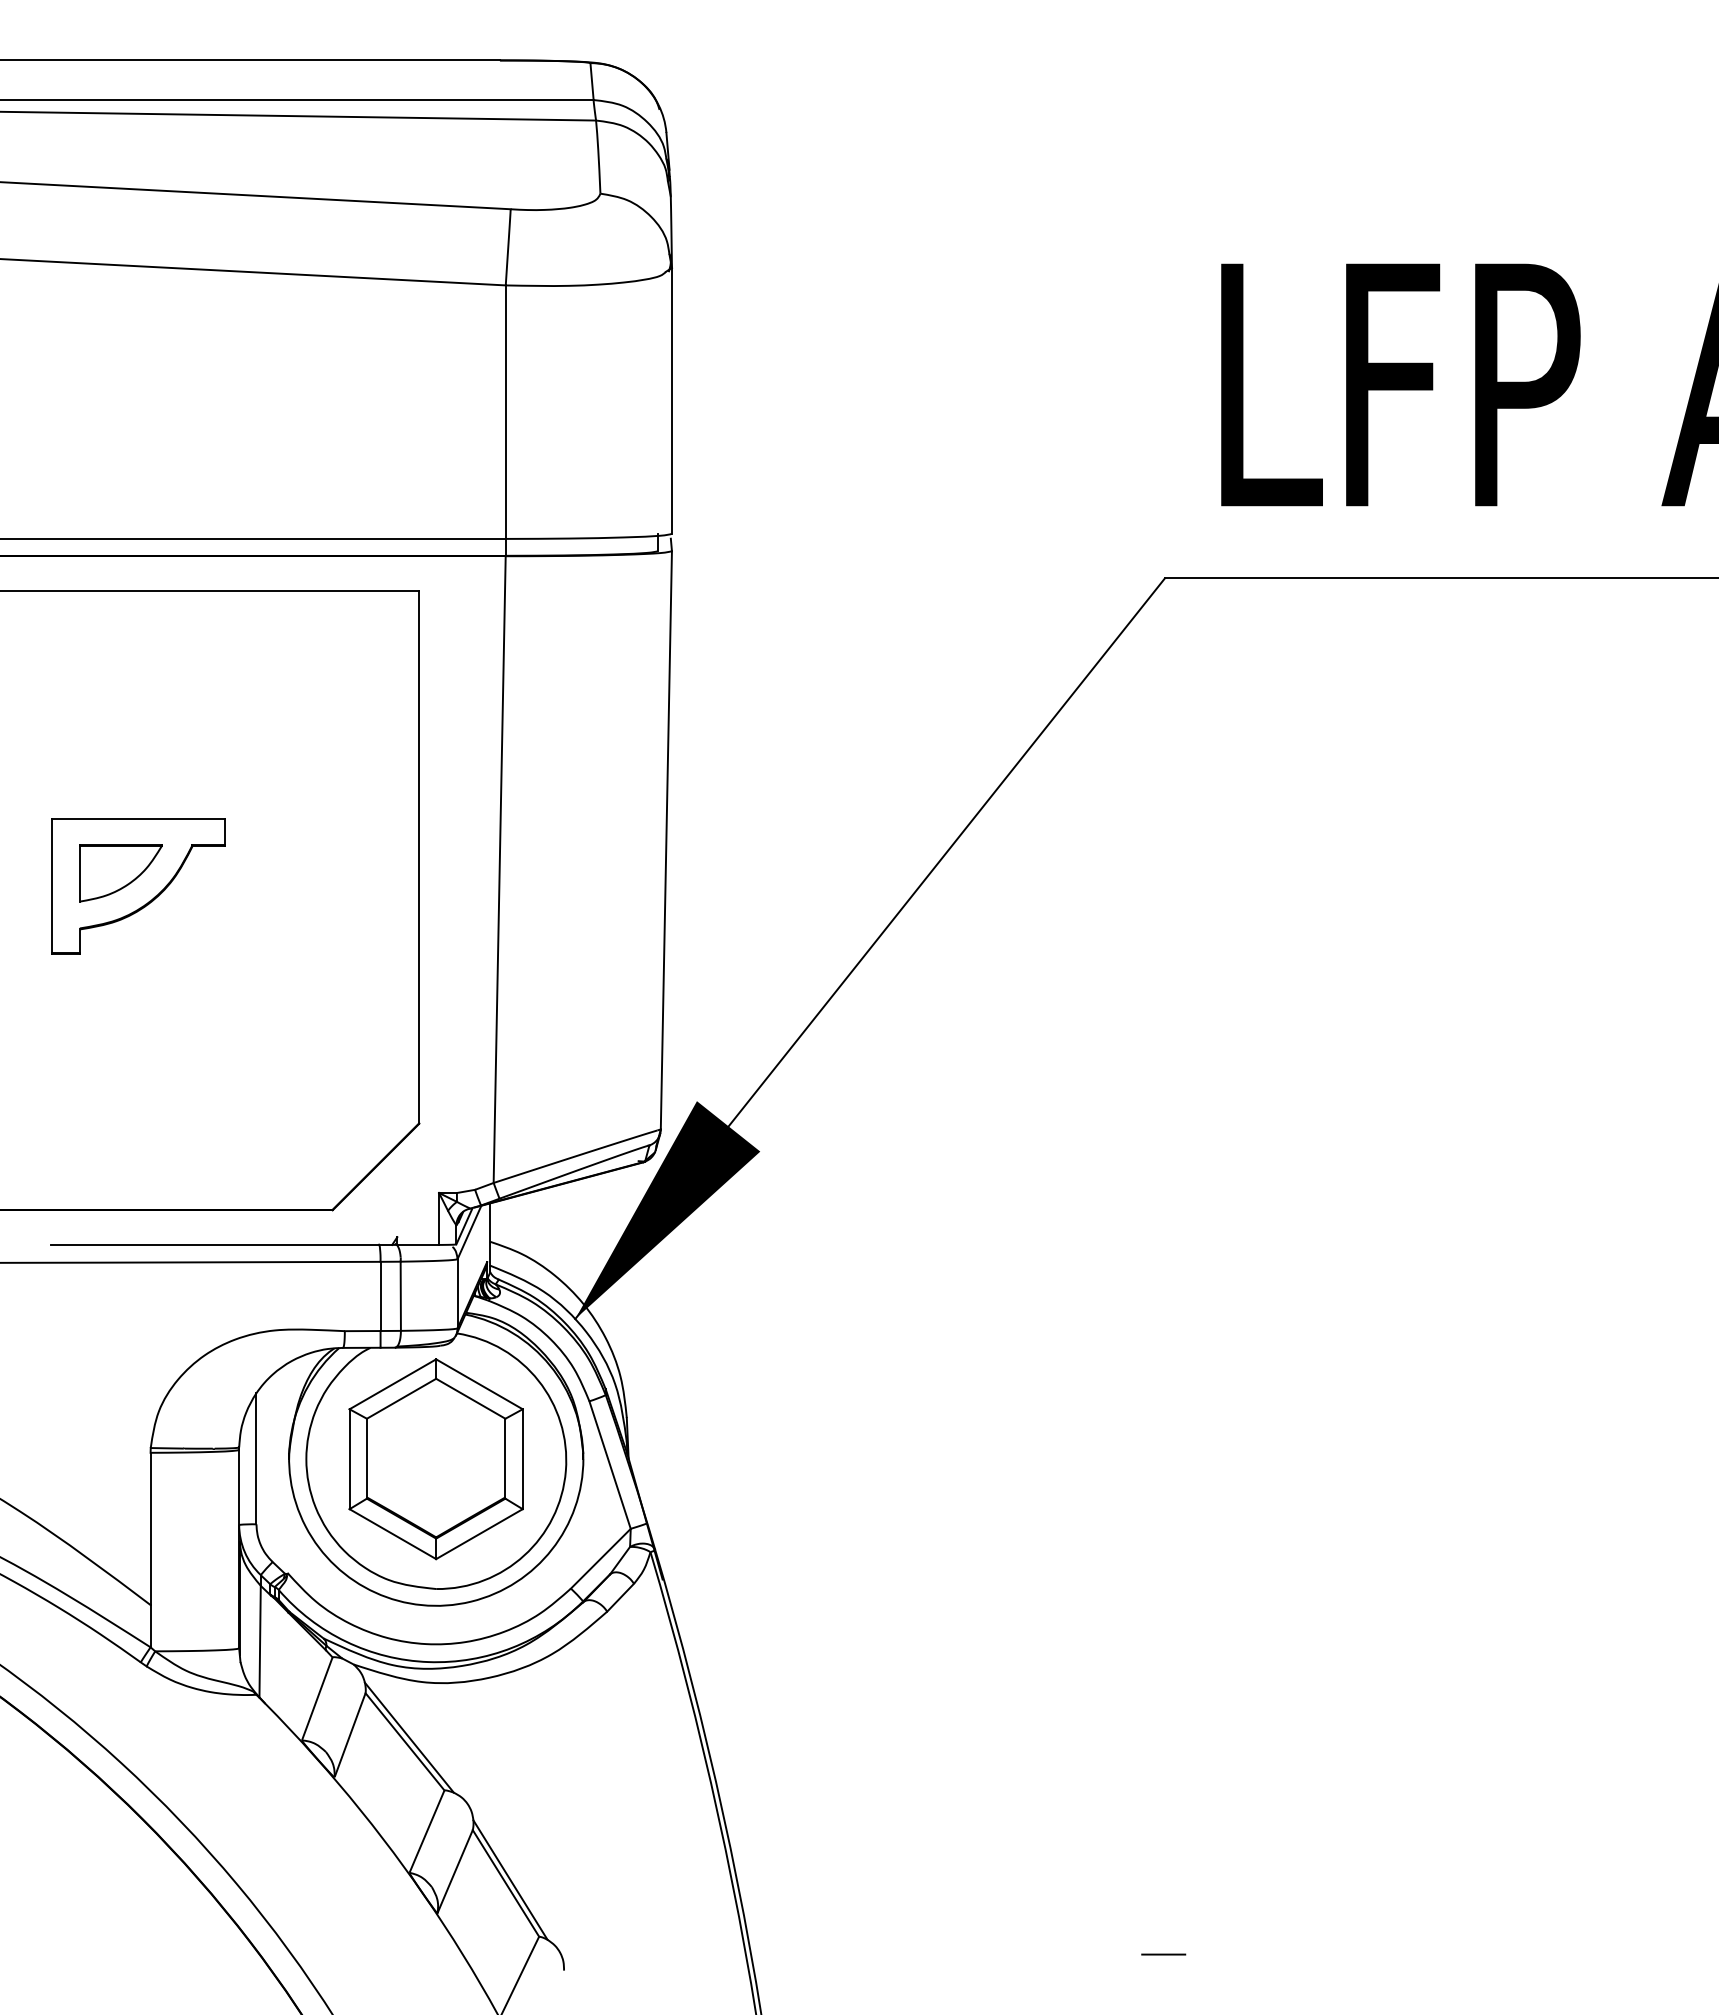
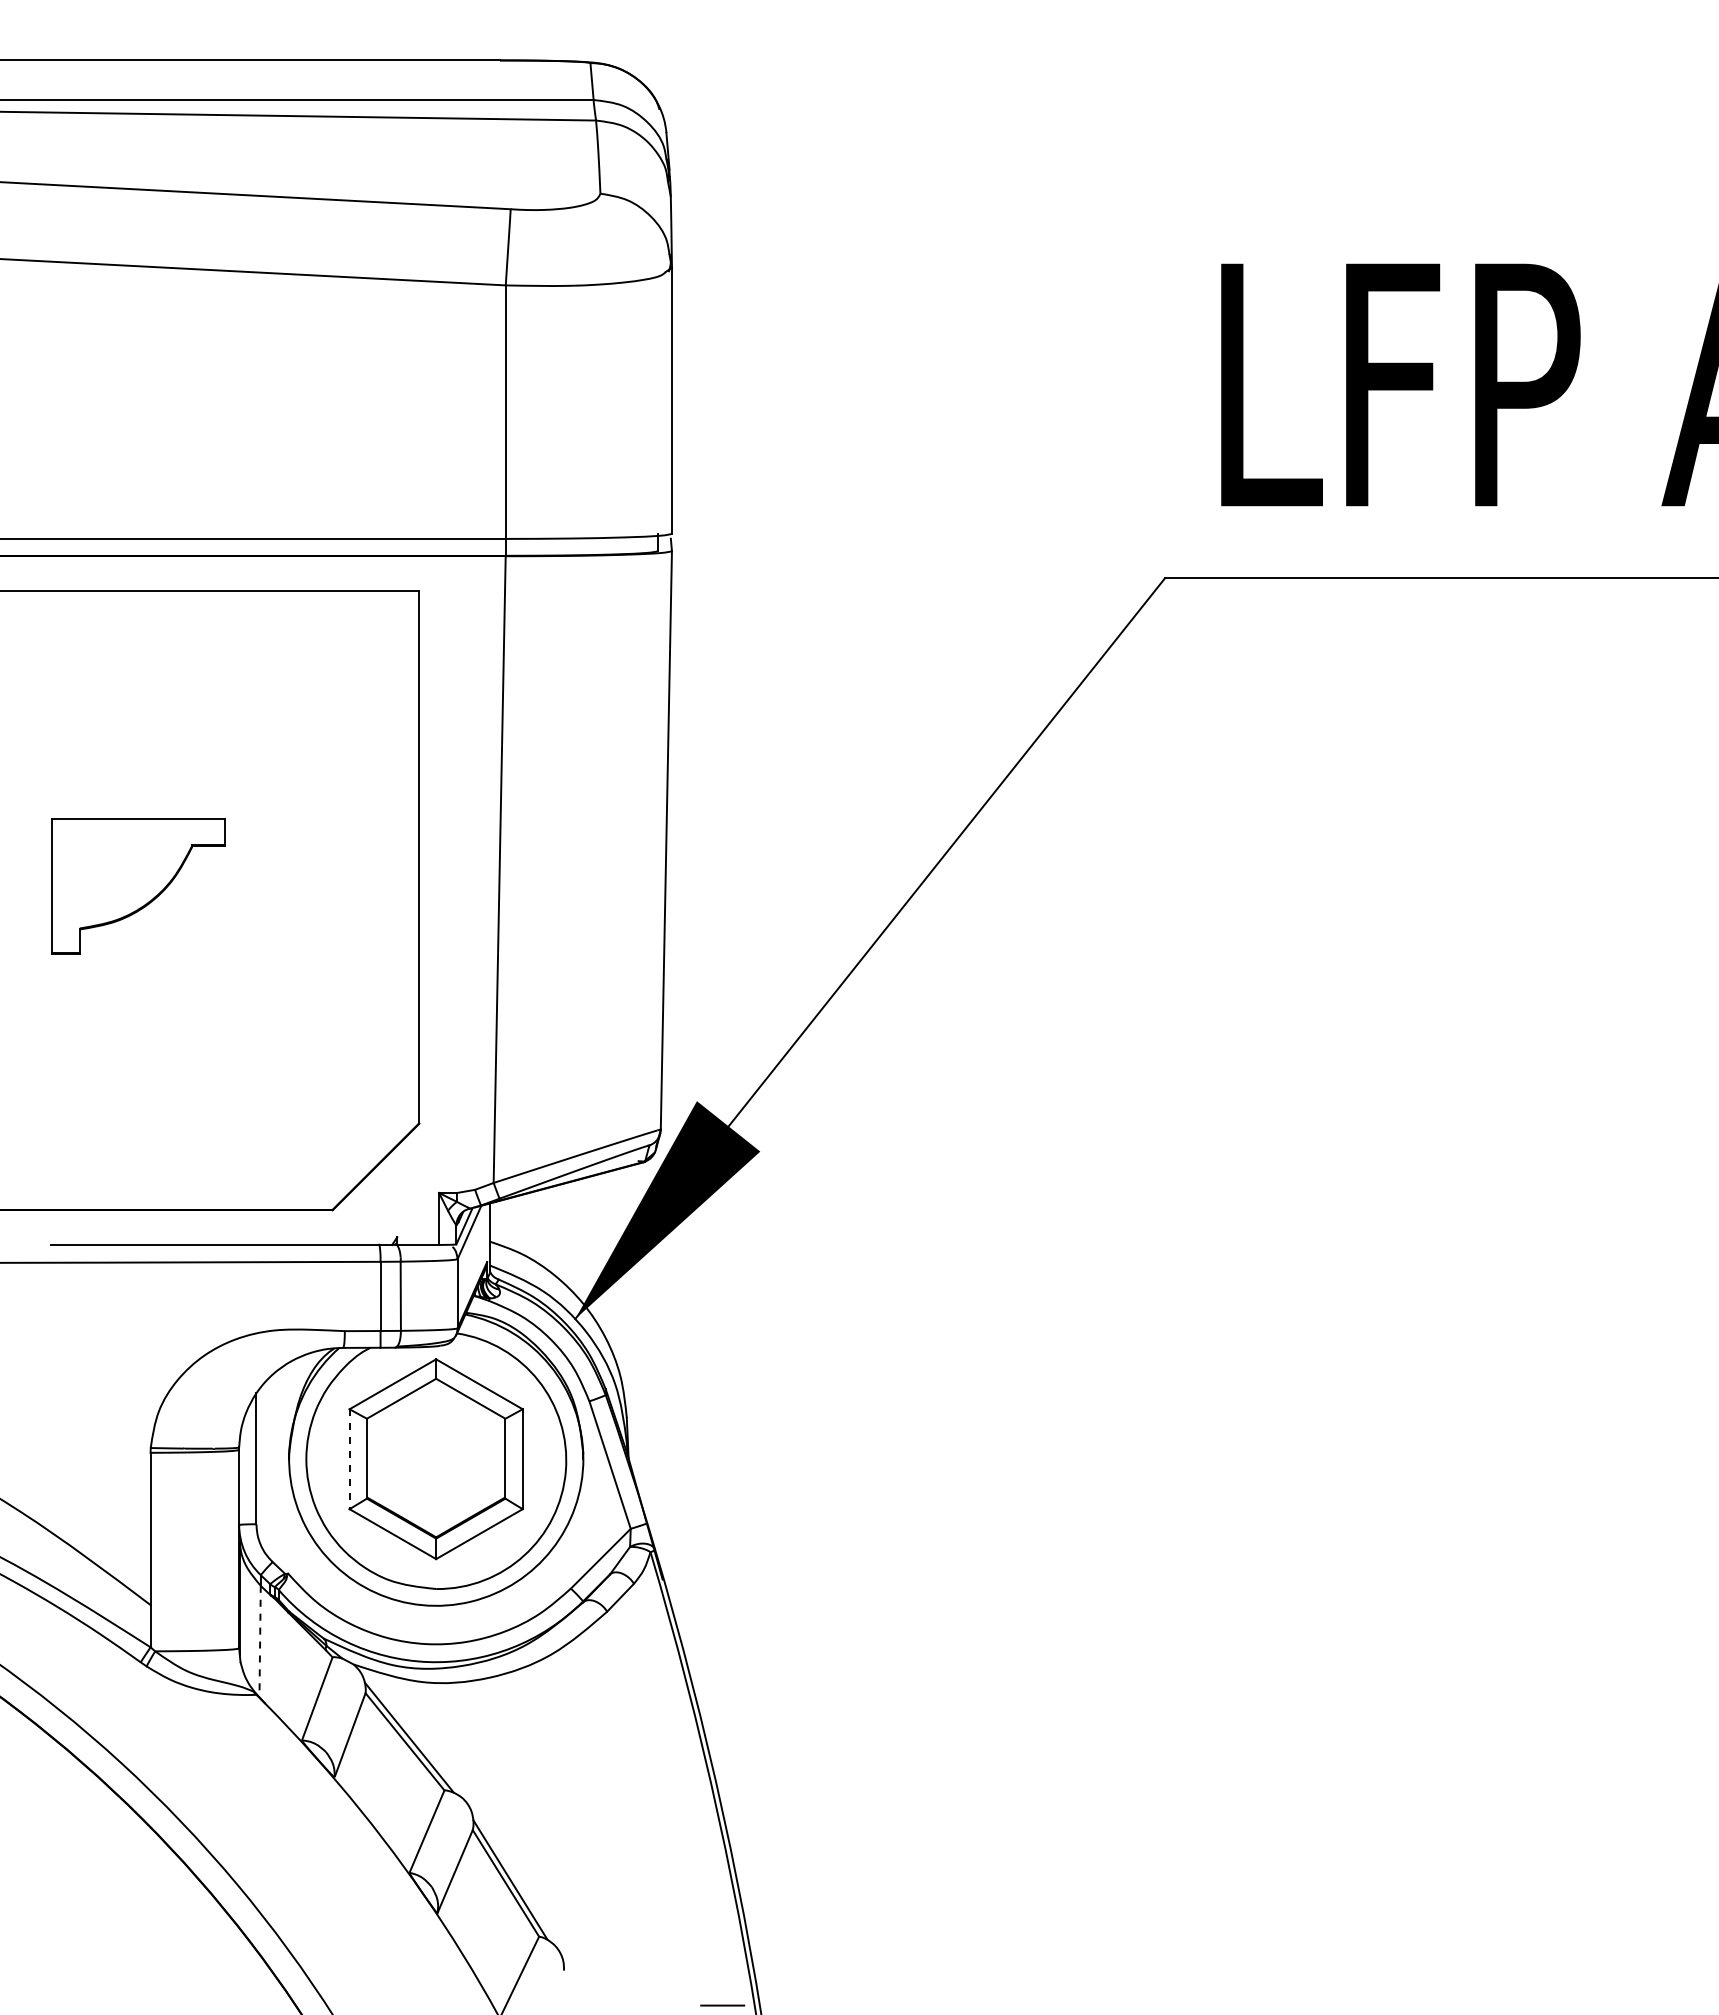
part at (120, 873): present -> none
line at (349, 1459): solid -> dashed
line at (260, 1641): solid -> dashed
line at (1163, 1954) position: (1163, 1954) -> (722, 2005)
